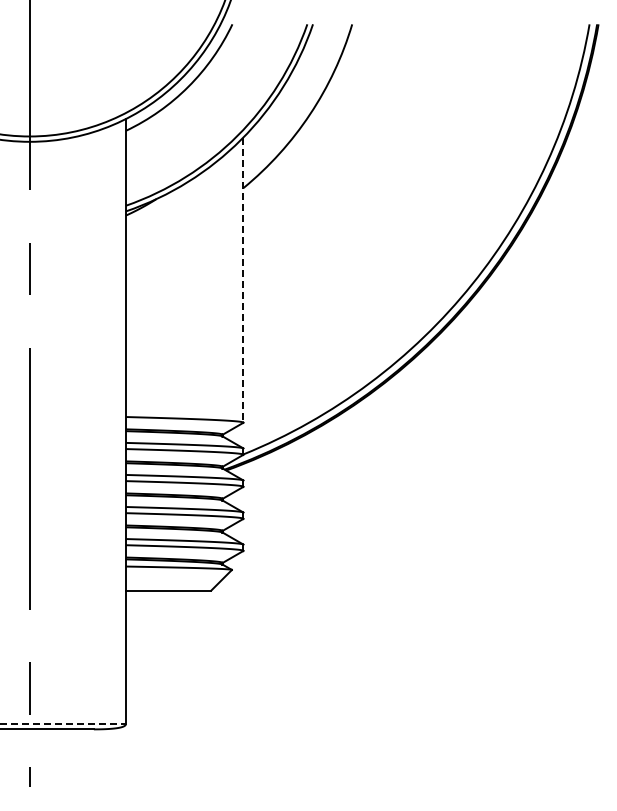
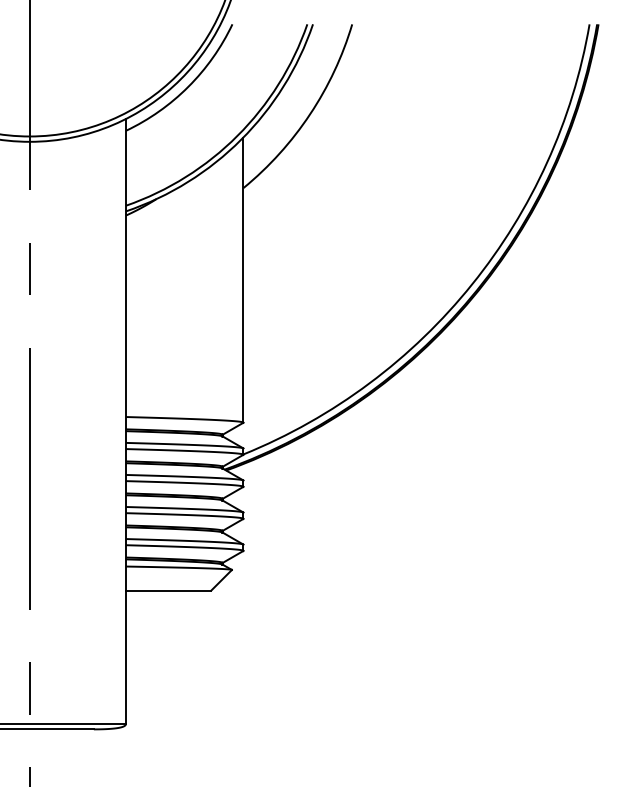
line at (243, 280): dashed -> solid
line at (63, 724): dashed -> solid
